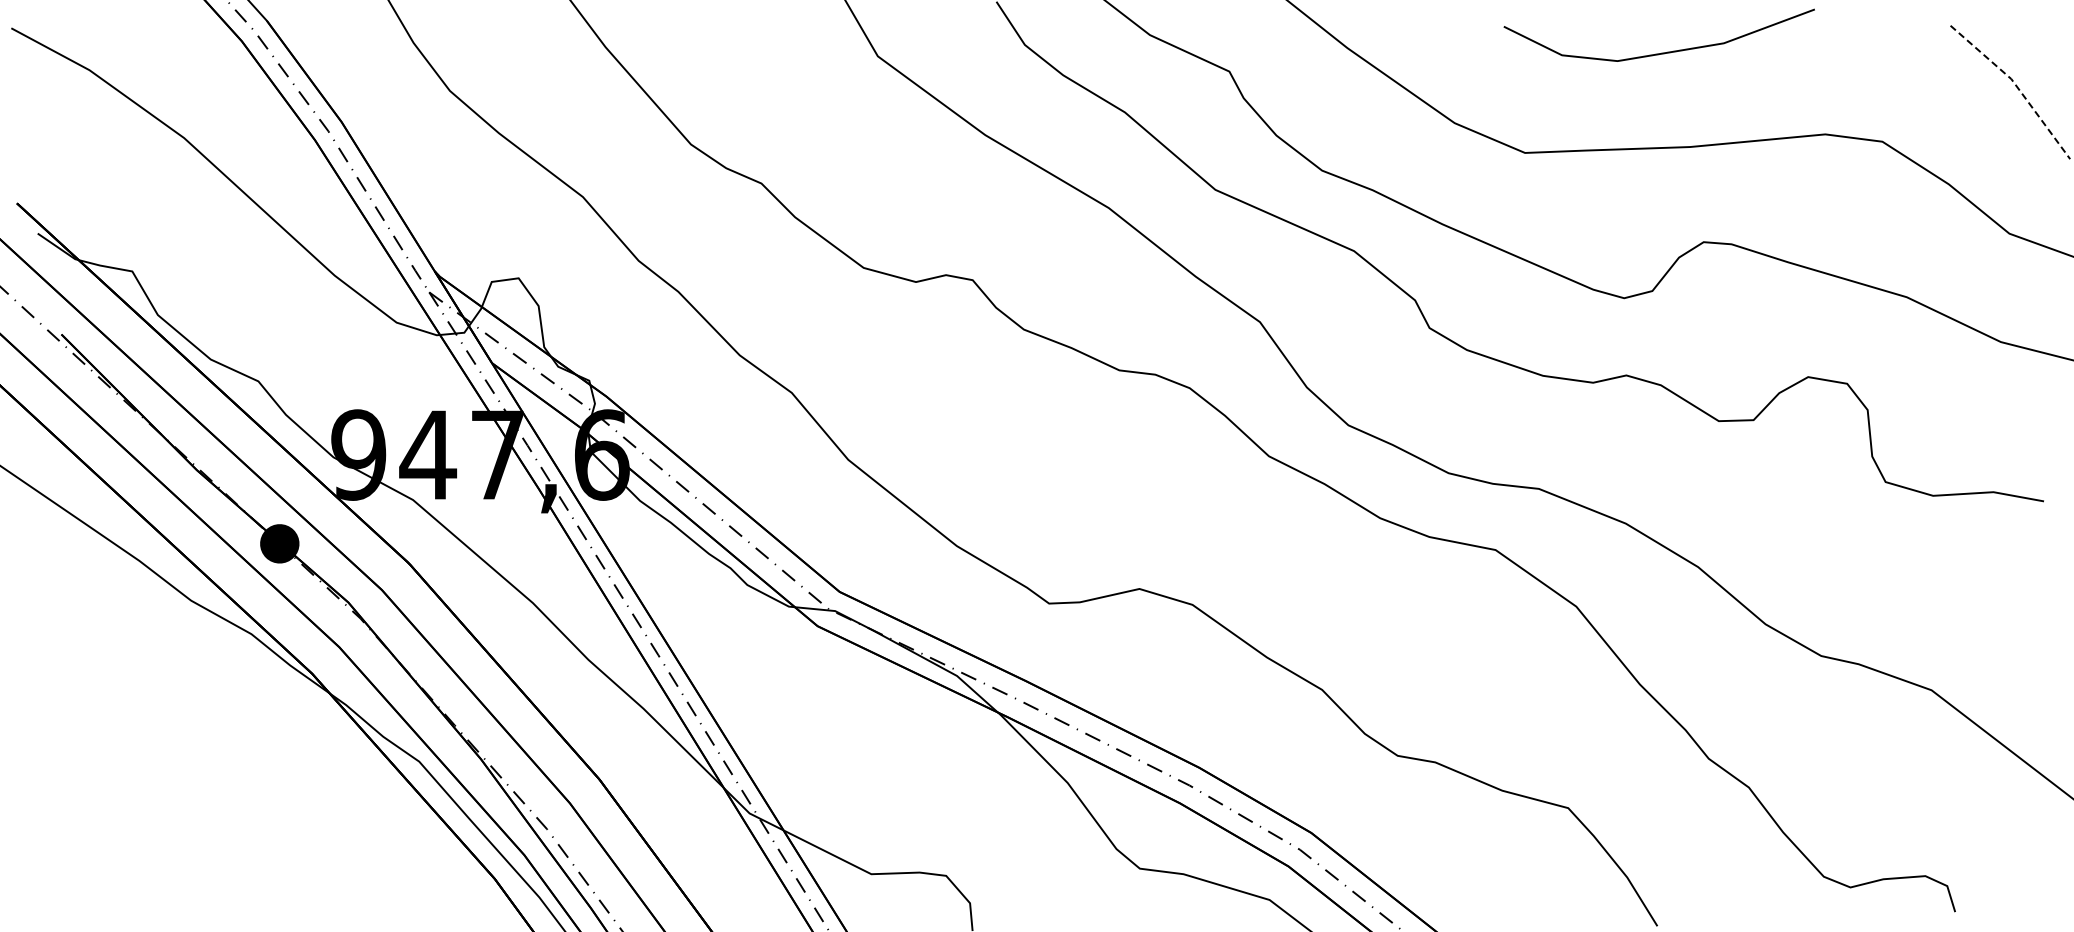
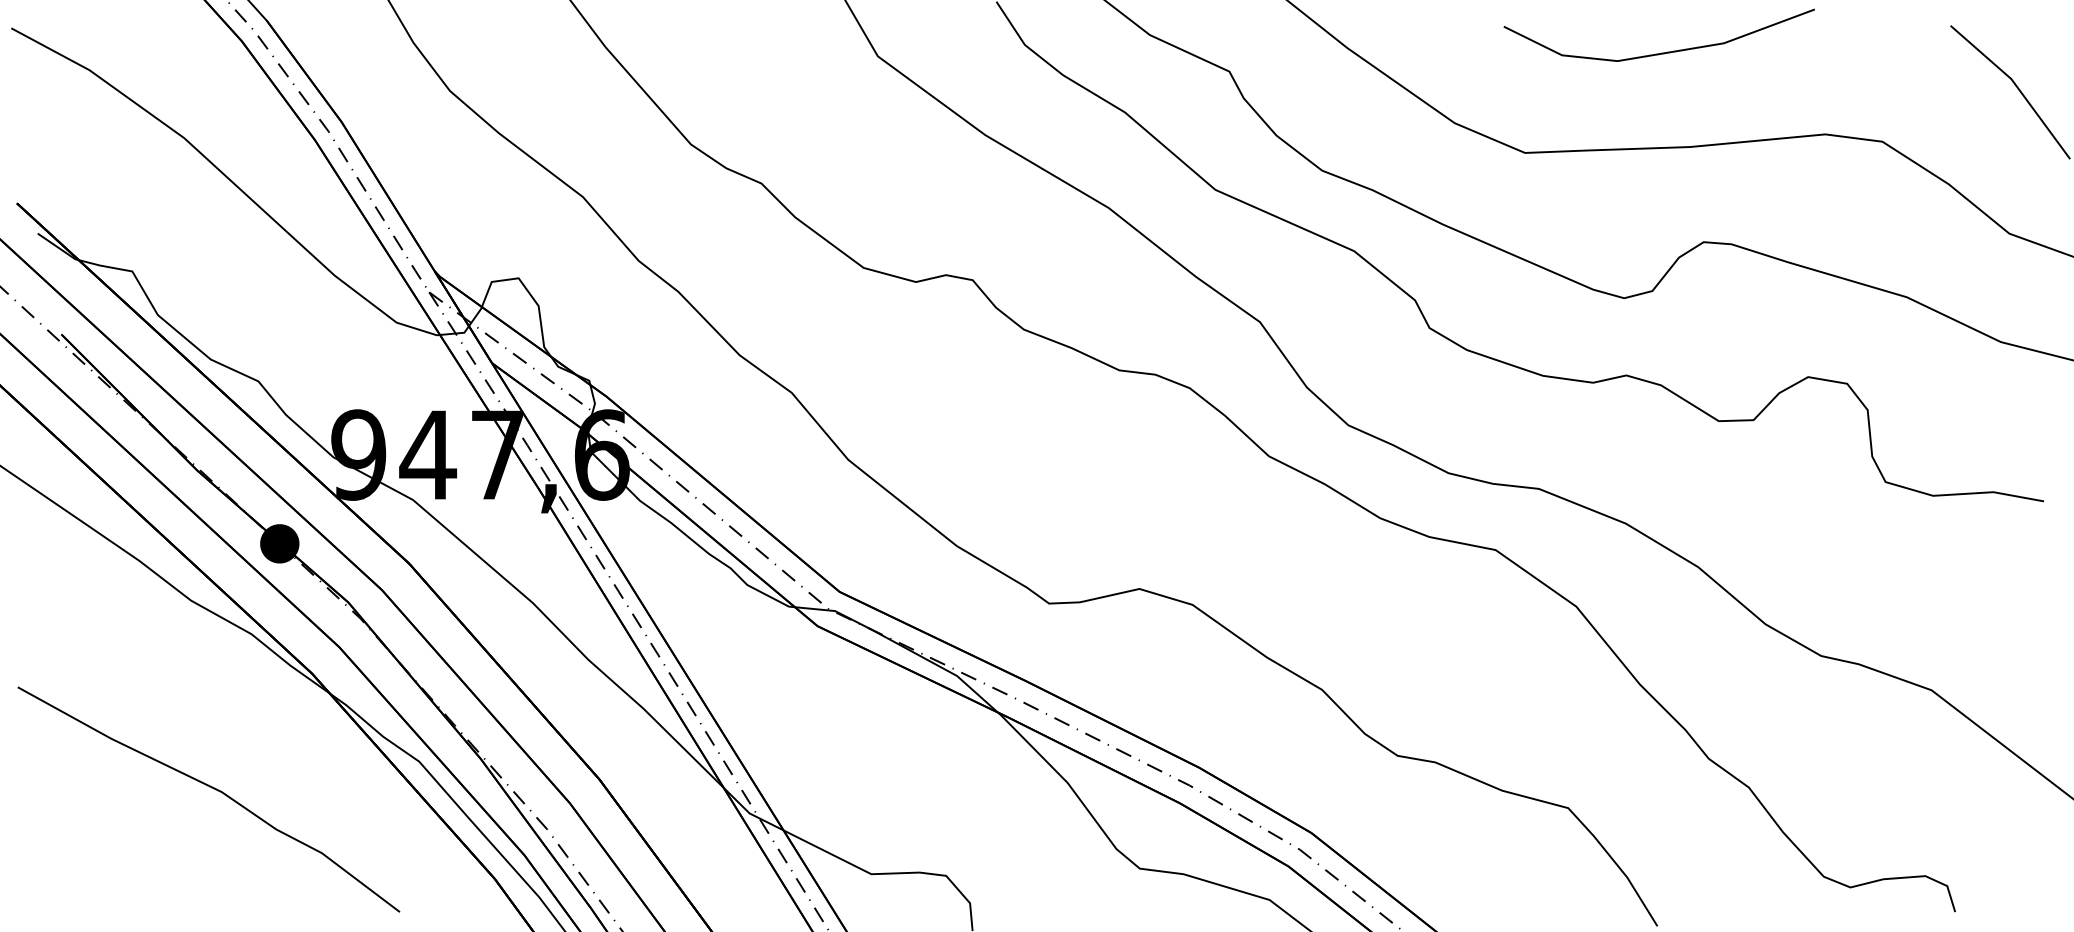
line at (2016, 86): dashed -> solid
curve at (213, 789): none -> present
